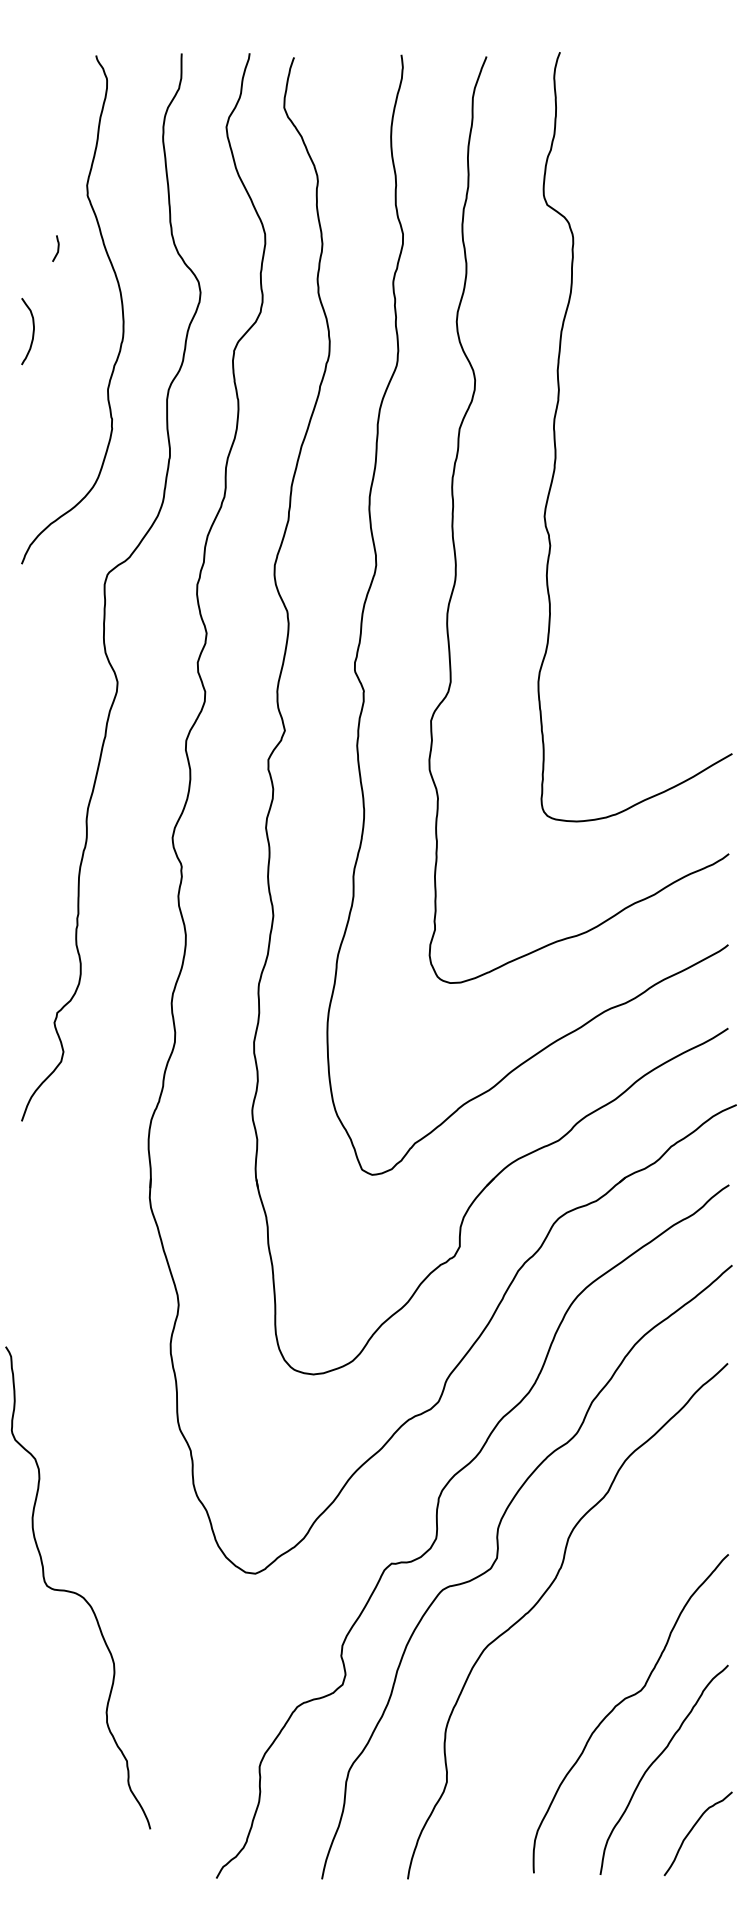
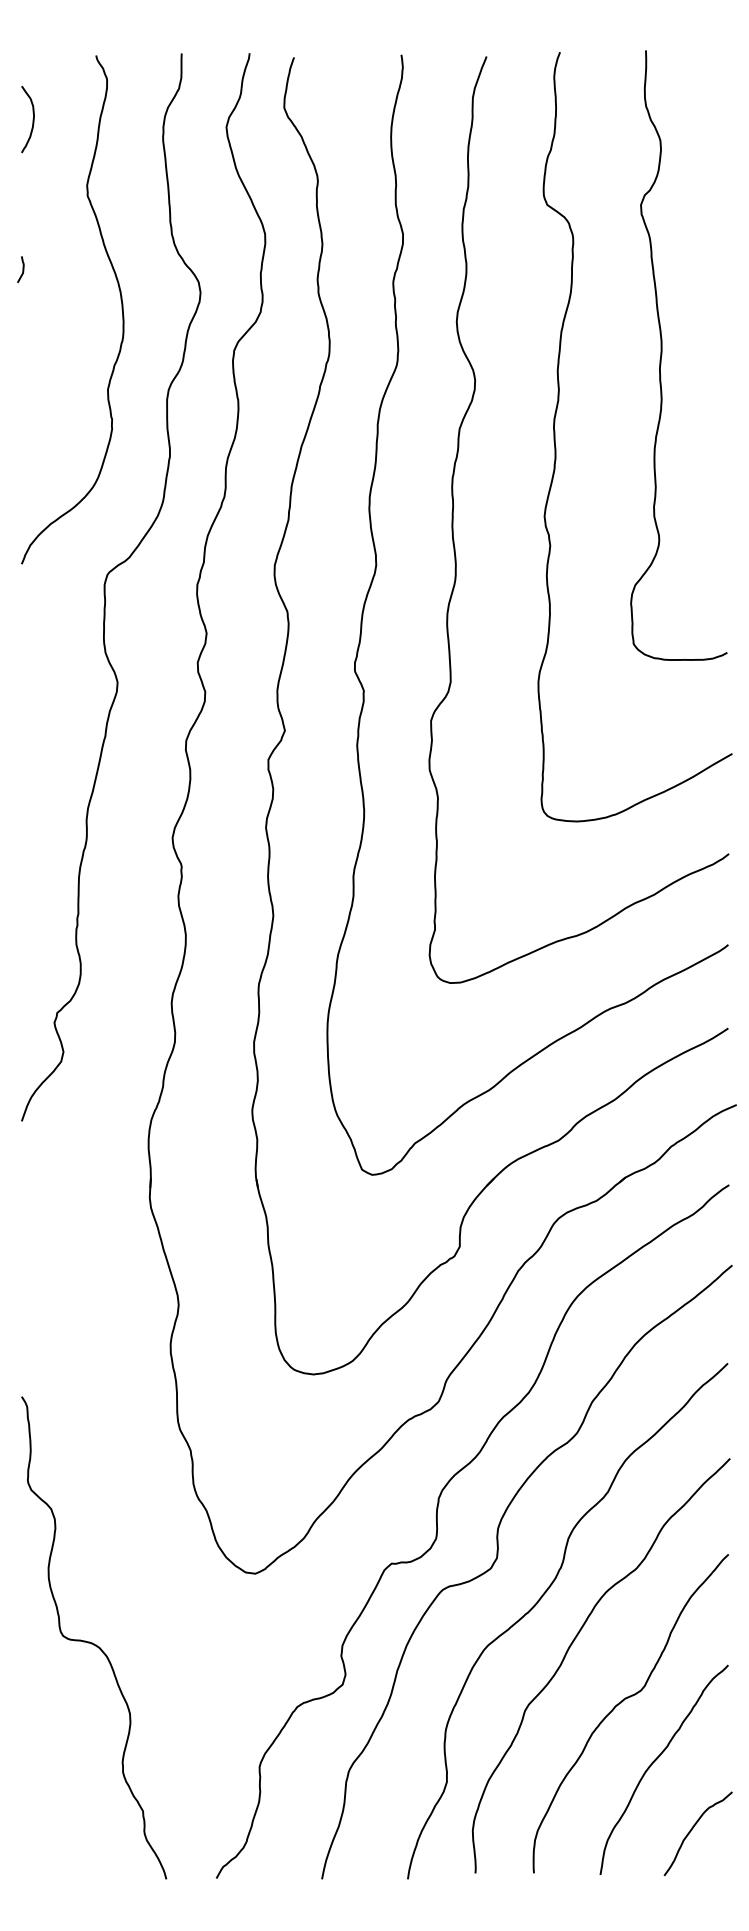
curve at (57, 248) position: (57, 248) -> (22, 269)
curve at (32, 331) position: (32, 331) -> (32, 119)
curve at (662, 355): none -> present
curve at (76, 1592) position: (76, 1592) -> (92, 1642)
curve at (571, 1646): none -> present
